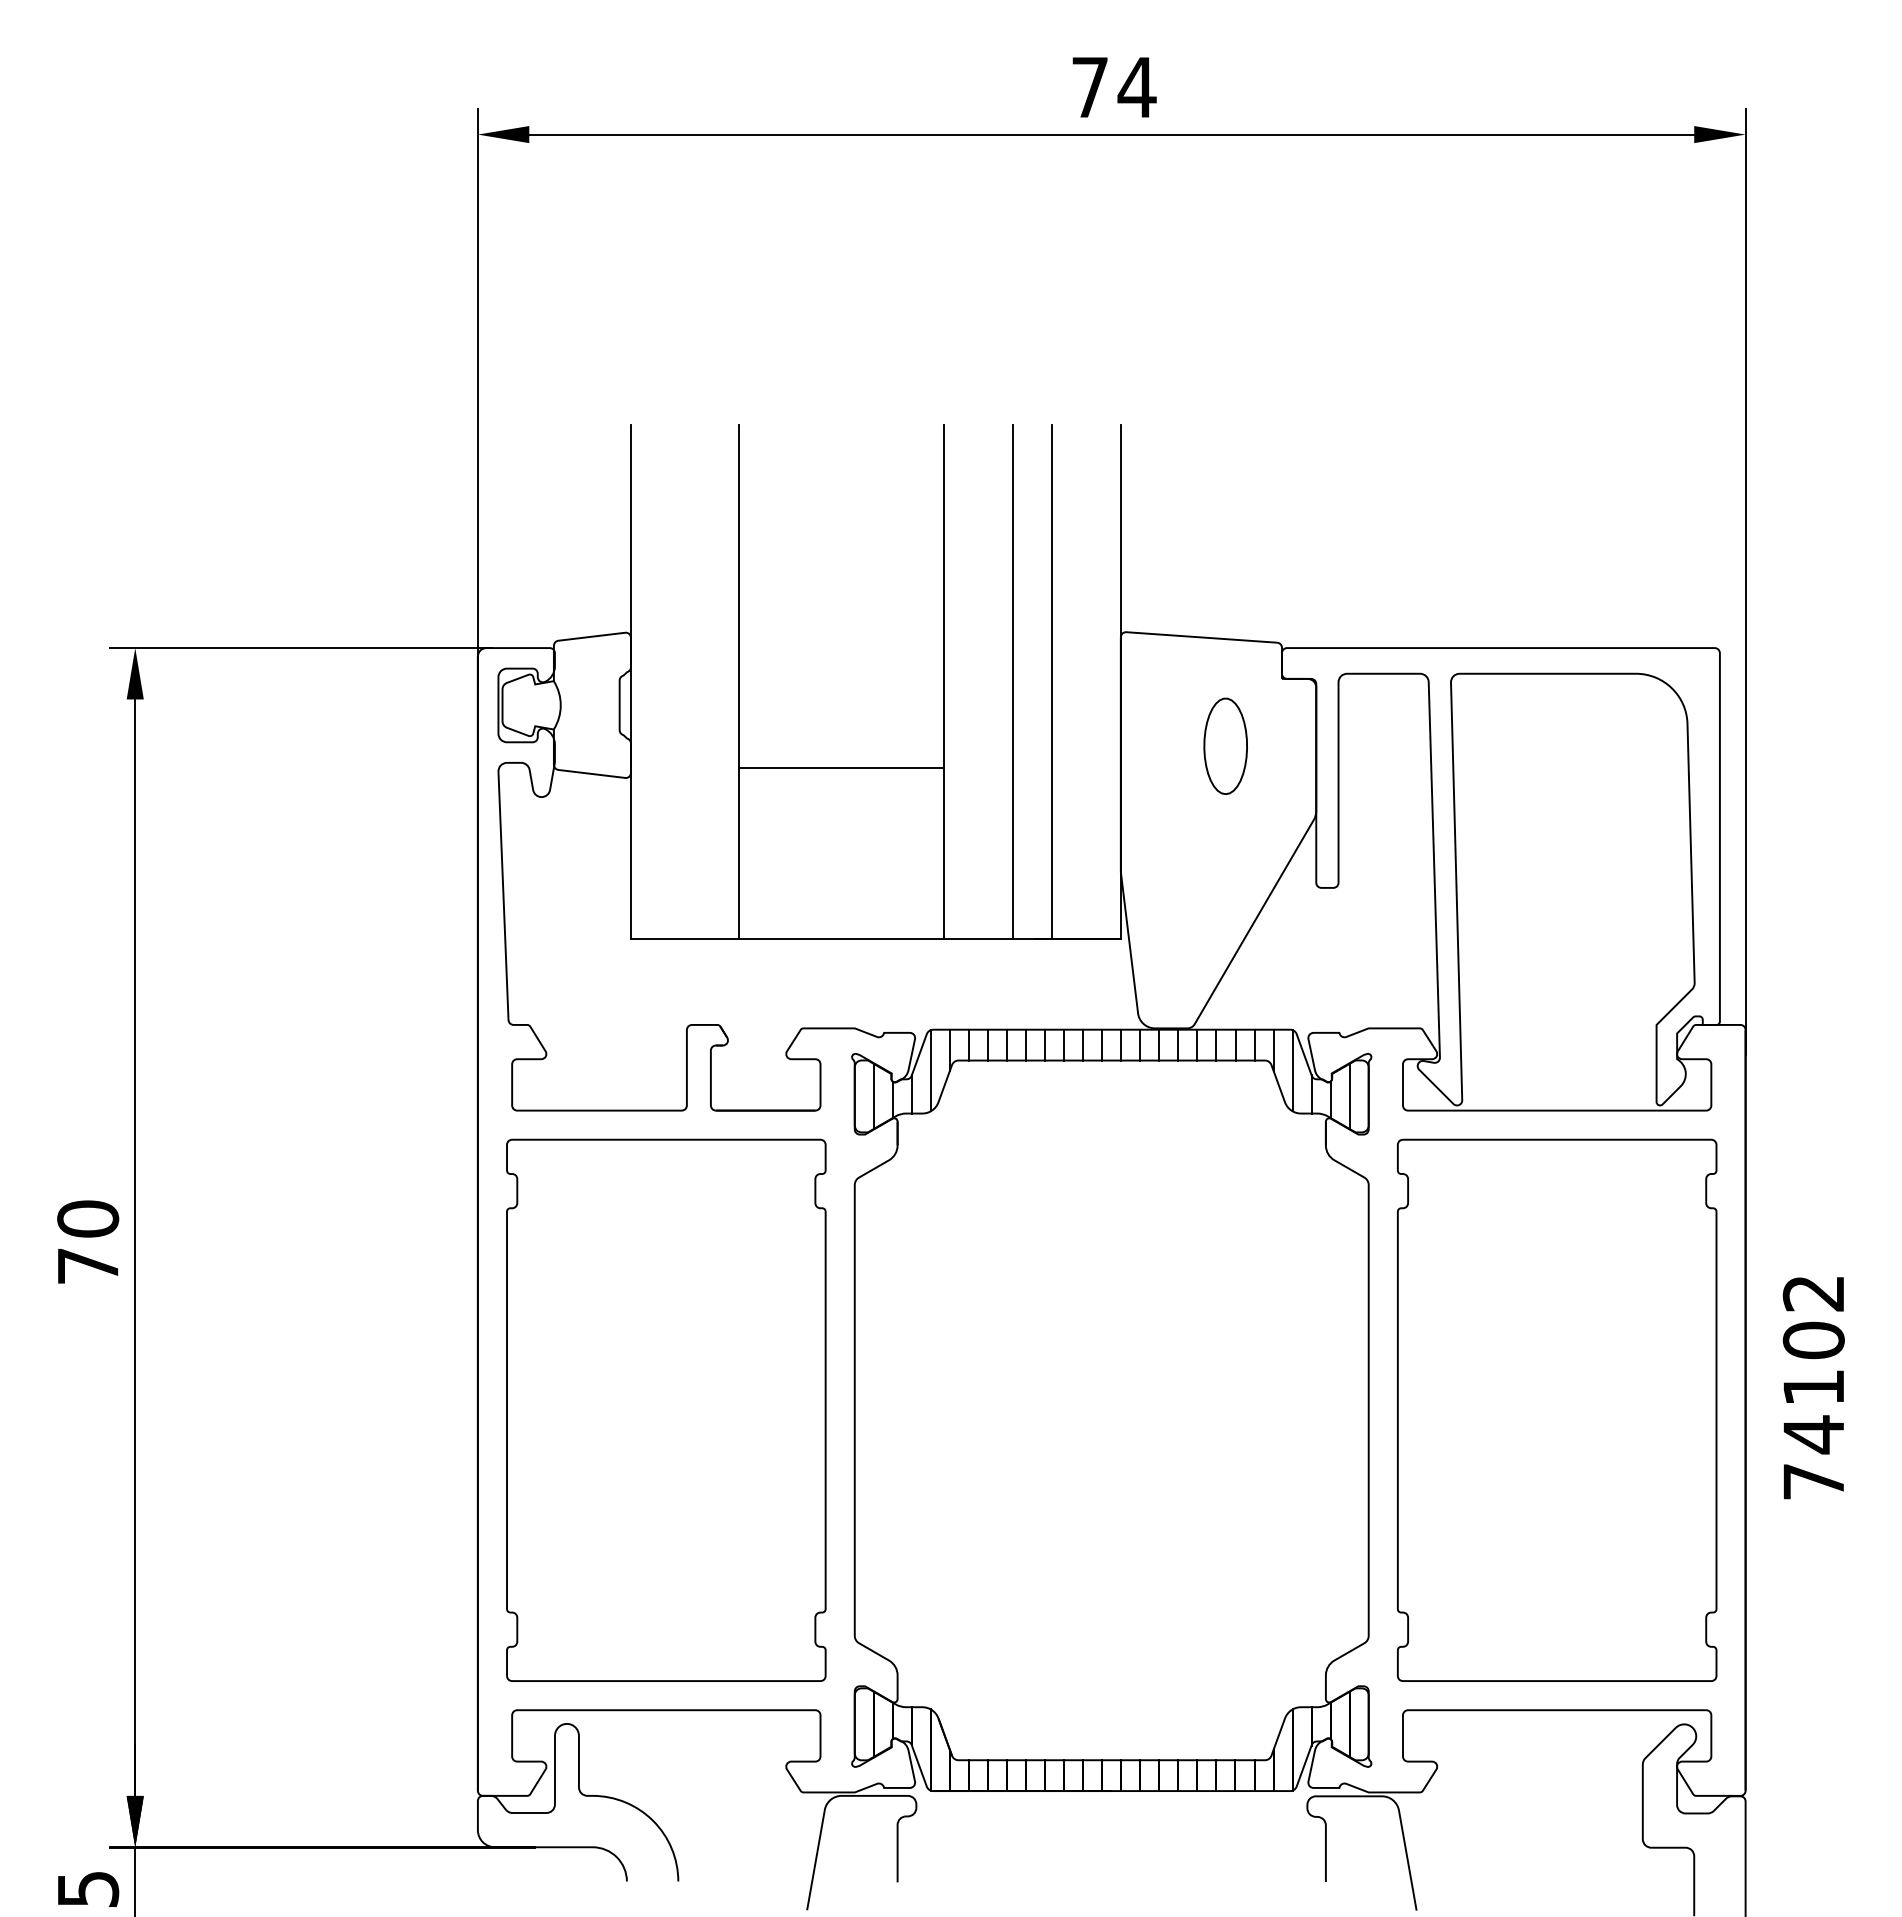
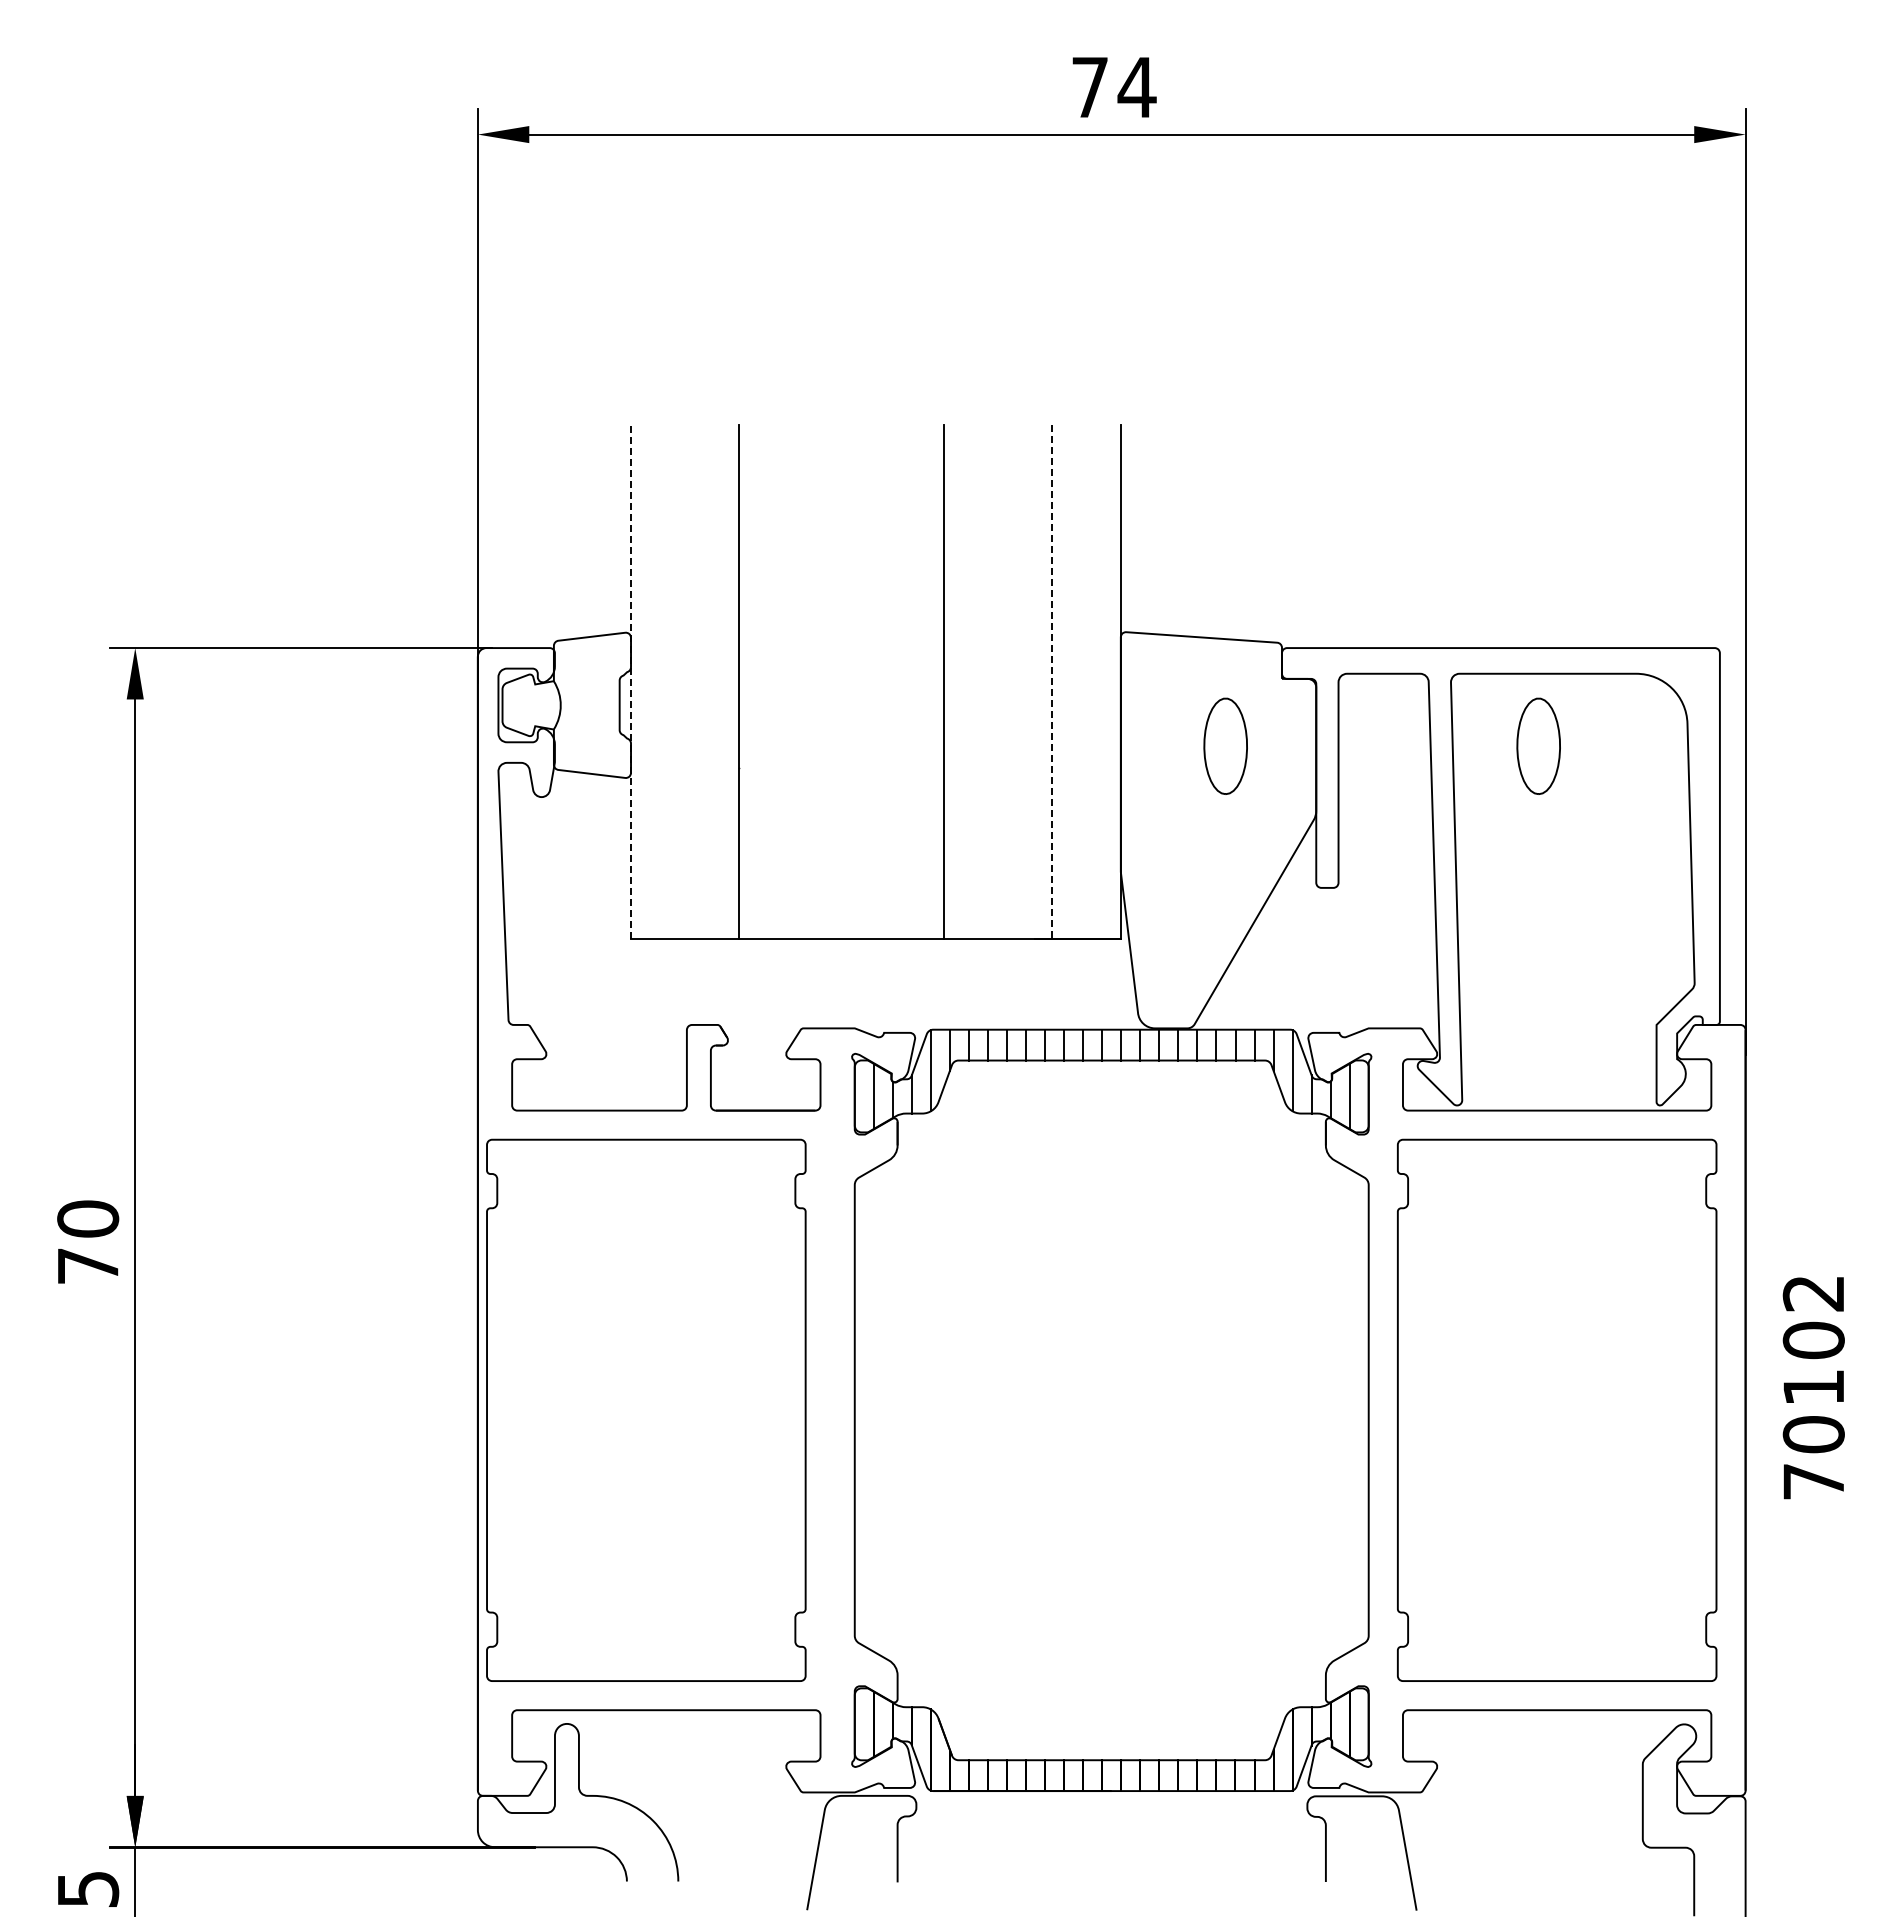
line at (630, 682): solid -> dashed
line at (1012, 682): present -> none
line at (1052, 682): solid -> dashed
part at (1538, 745): none -> present
line at (841, 767): present -> none
part at (666, 1409) position: (666, 1409) -> (646, 1409)
text at (1813, 1434): 74102 -> 70102
